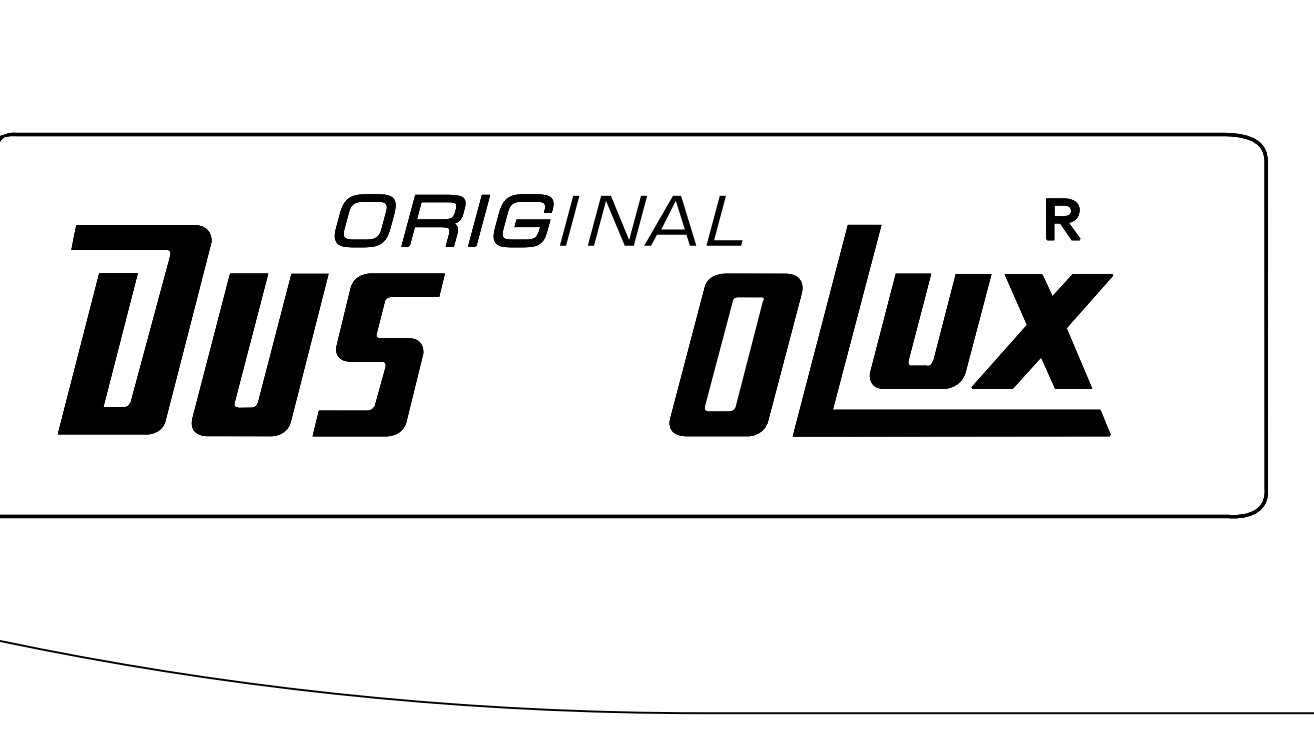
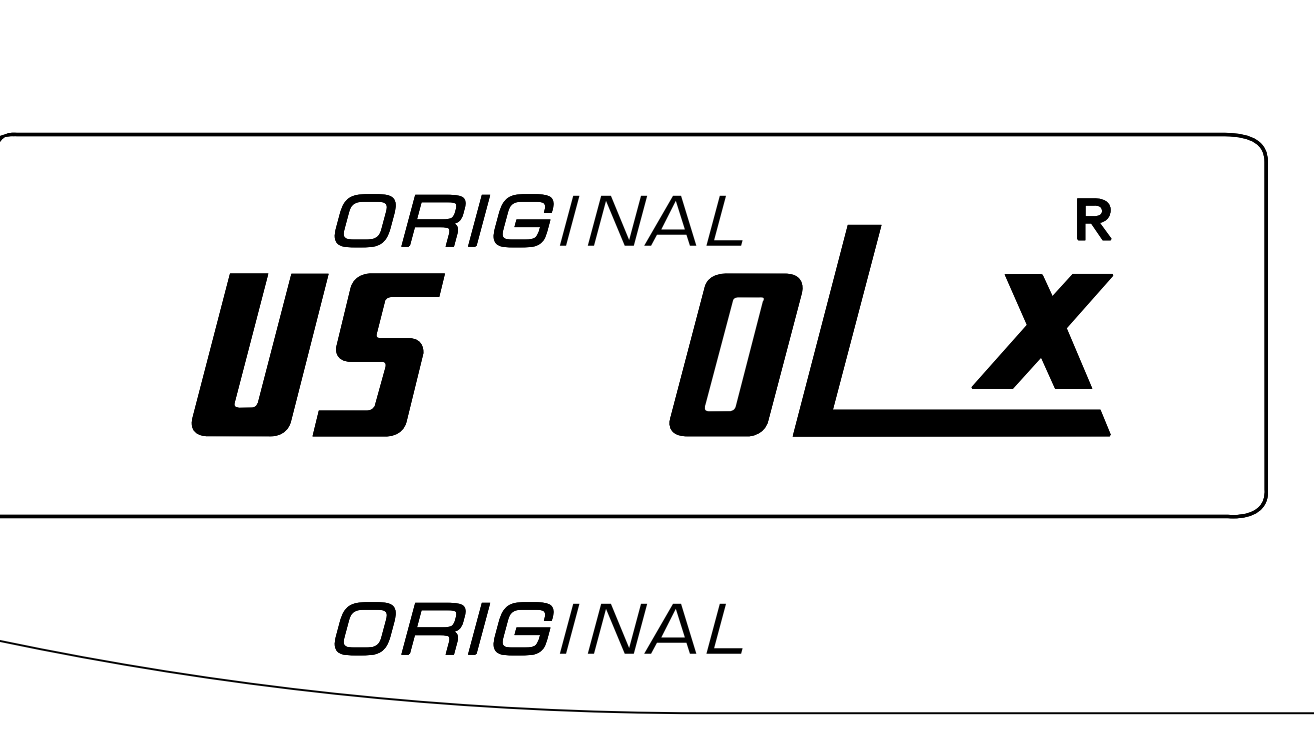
part at (1063, 219) position: (1063, 219) -> (1094, 219)
part at (124, 326): present -> none
part at (940, 331): present -> none
part at (538, 628): none -> present
